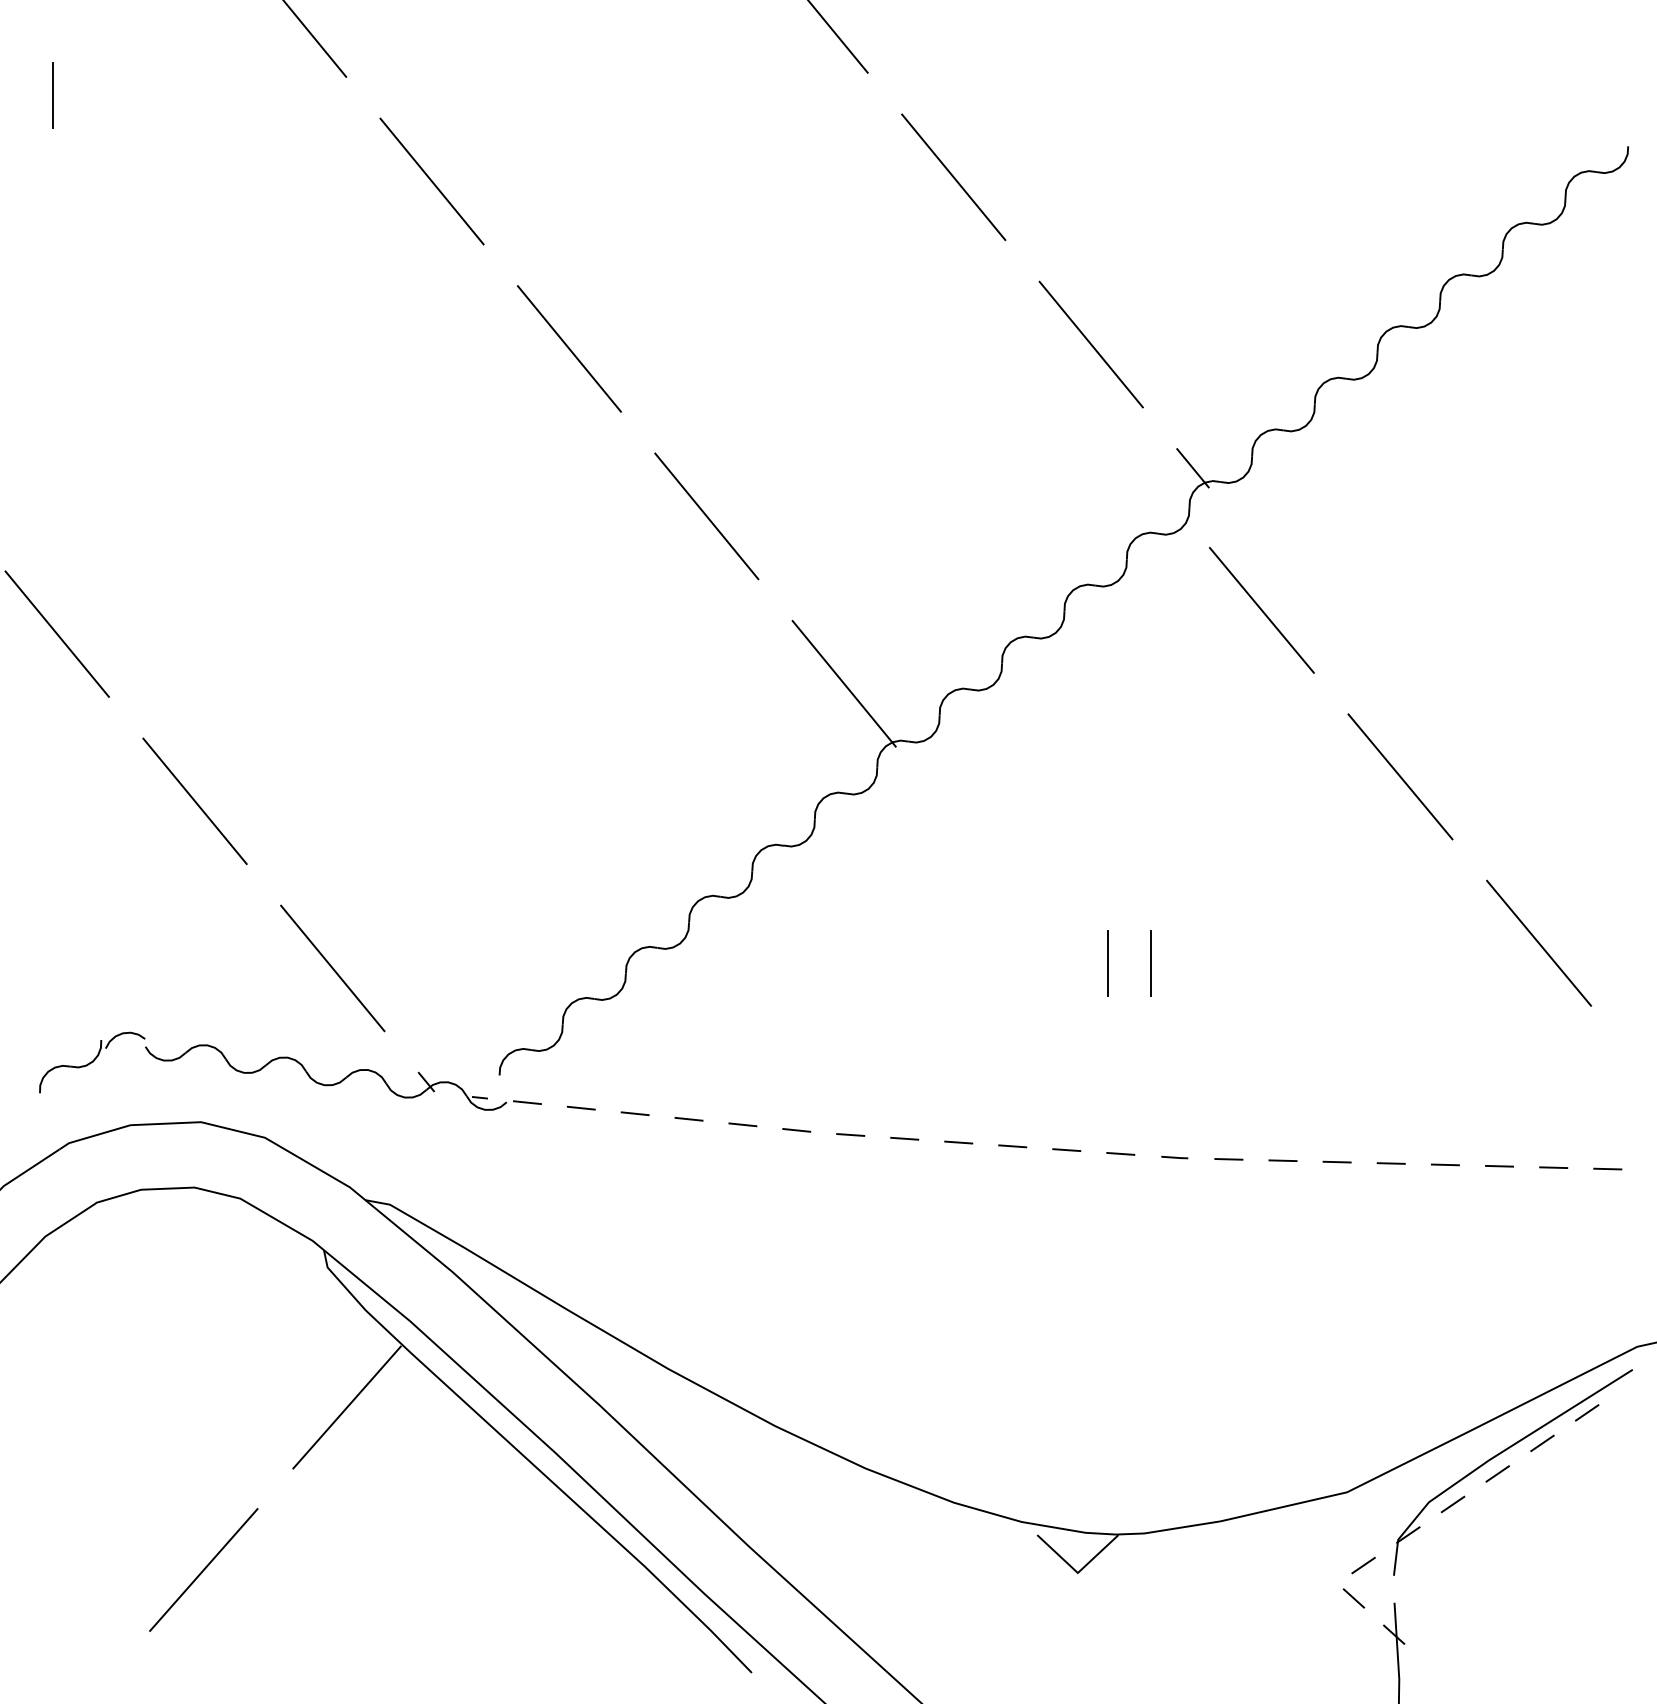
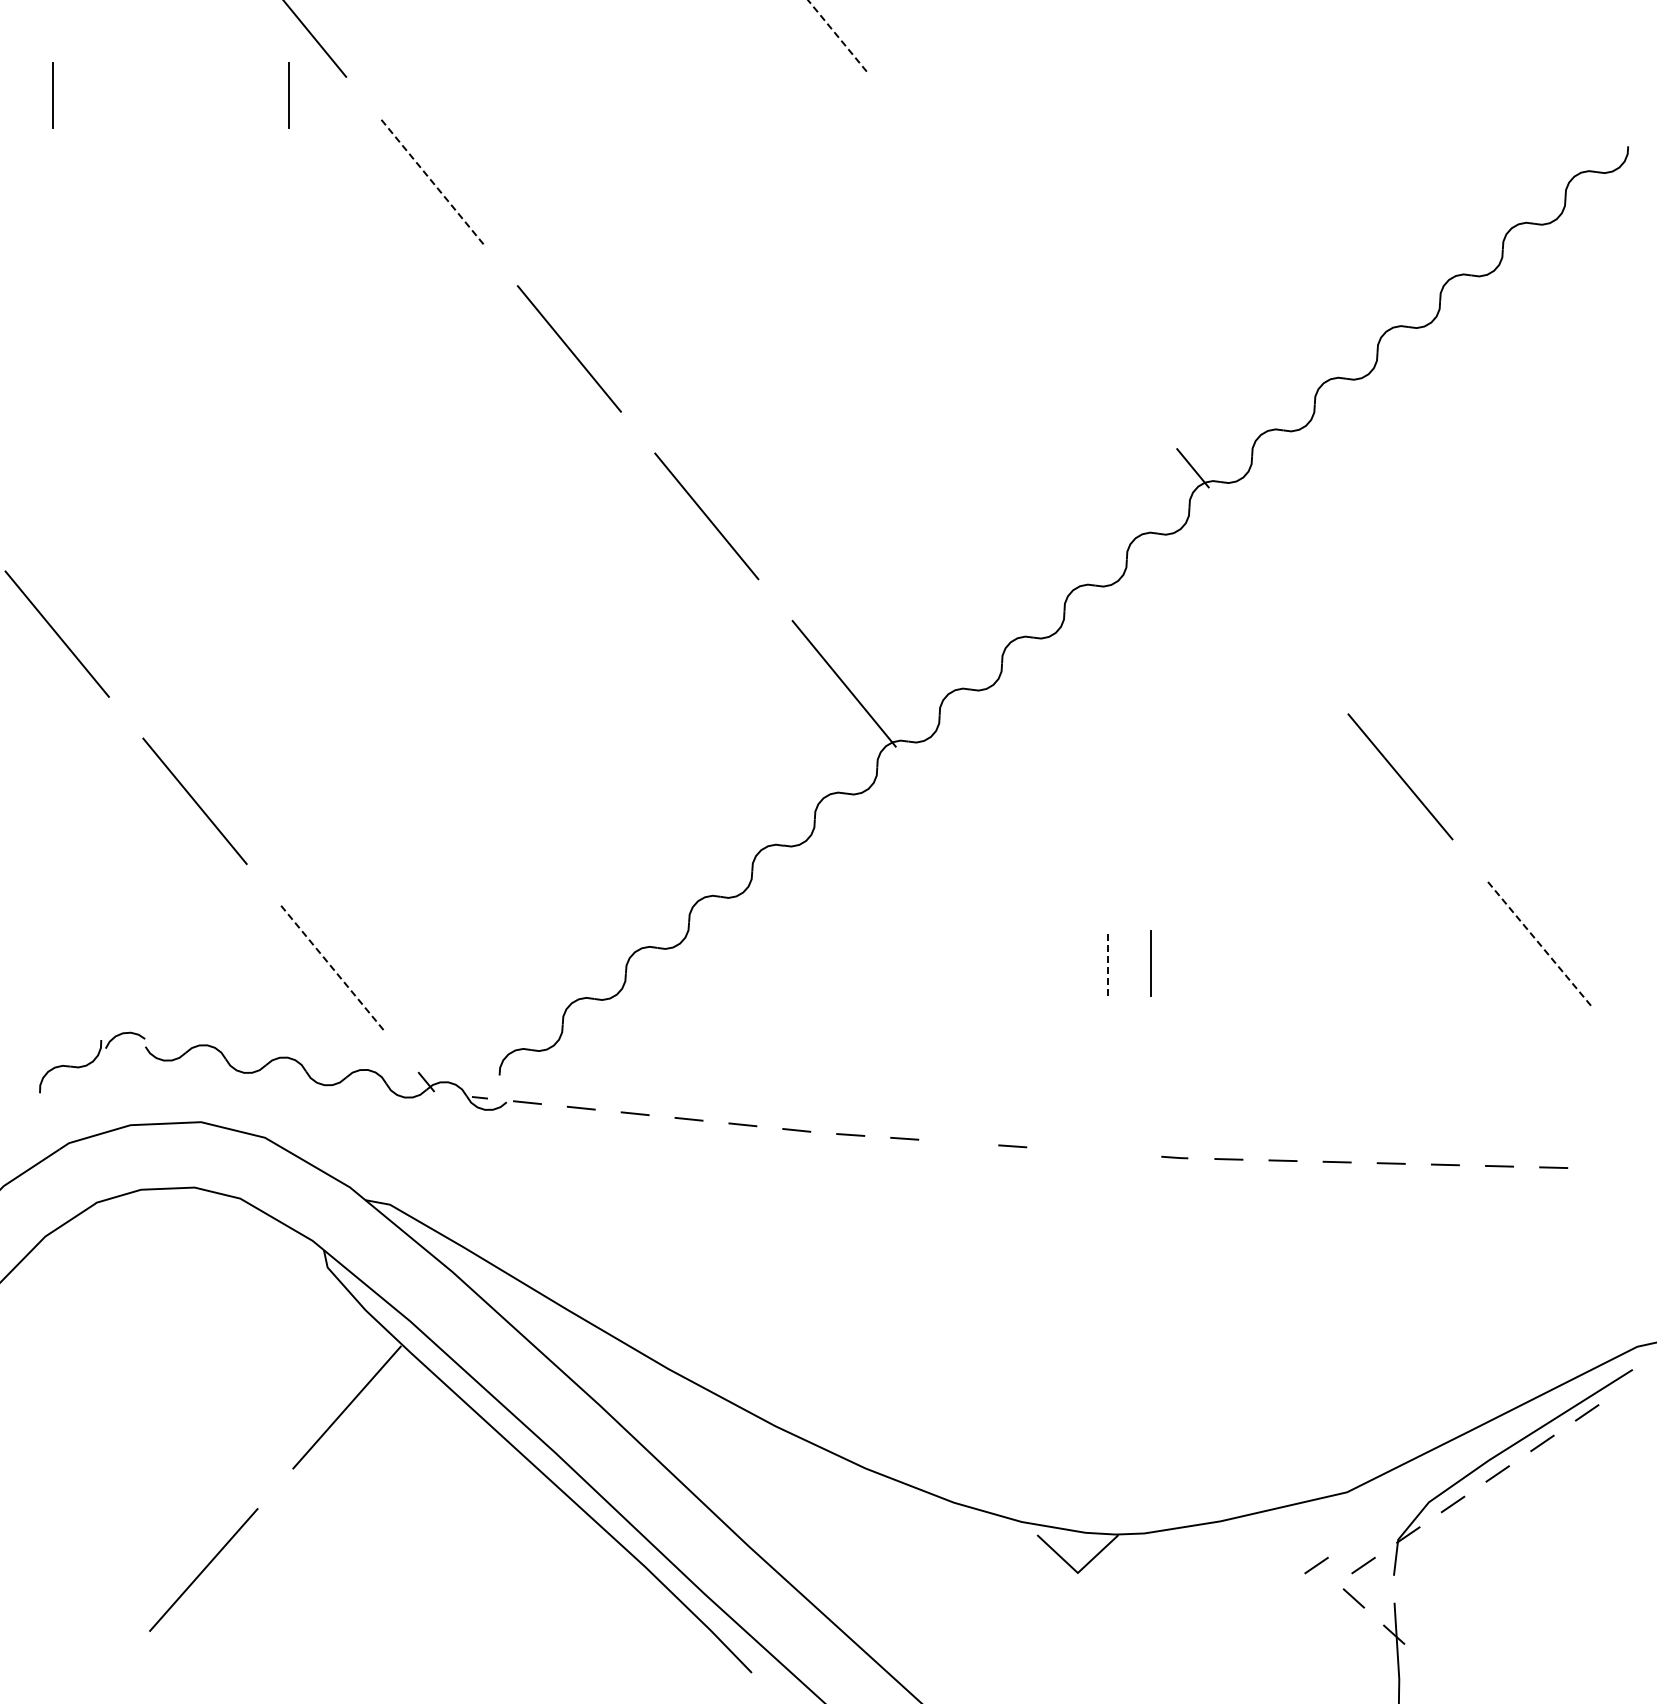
line at (837, 36): solid -> dashed
line at (288, 95): none -> present
line at (953, 177): present -> none
line at (431, 181): solid -> dashed
line at (1090, 344): present -> none
line at (1261, 609): present -> none
line at (1538, 942): solid -> dashed
line at (1107, 963): solid -> dashed
line at (333, 968): solid -> dashed
line at (958, 1142): present -> none
line at (1066, 1150): present -> none
line at (1120, 1153): present -> none
line at (1607, 1168): present -> none
line at (1316, 1565): none -> present
